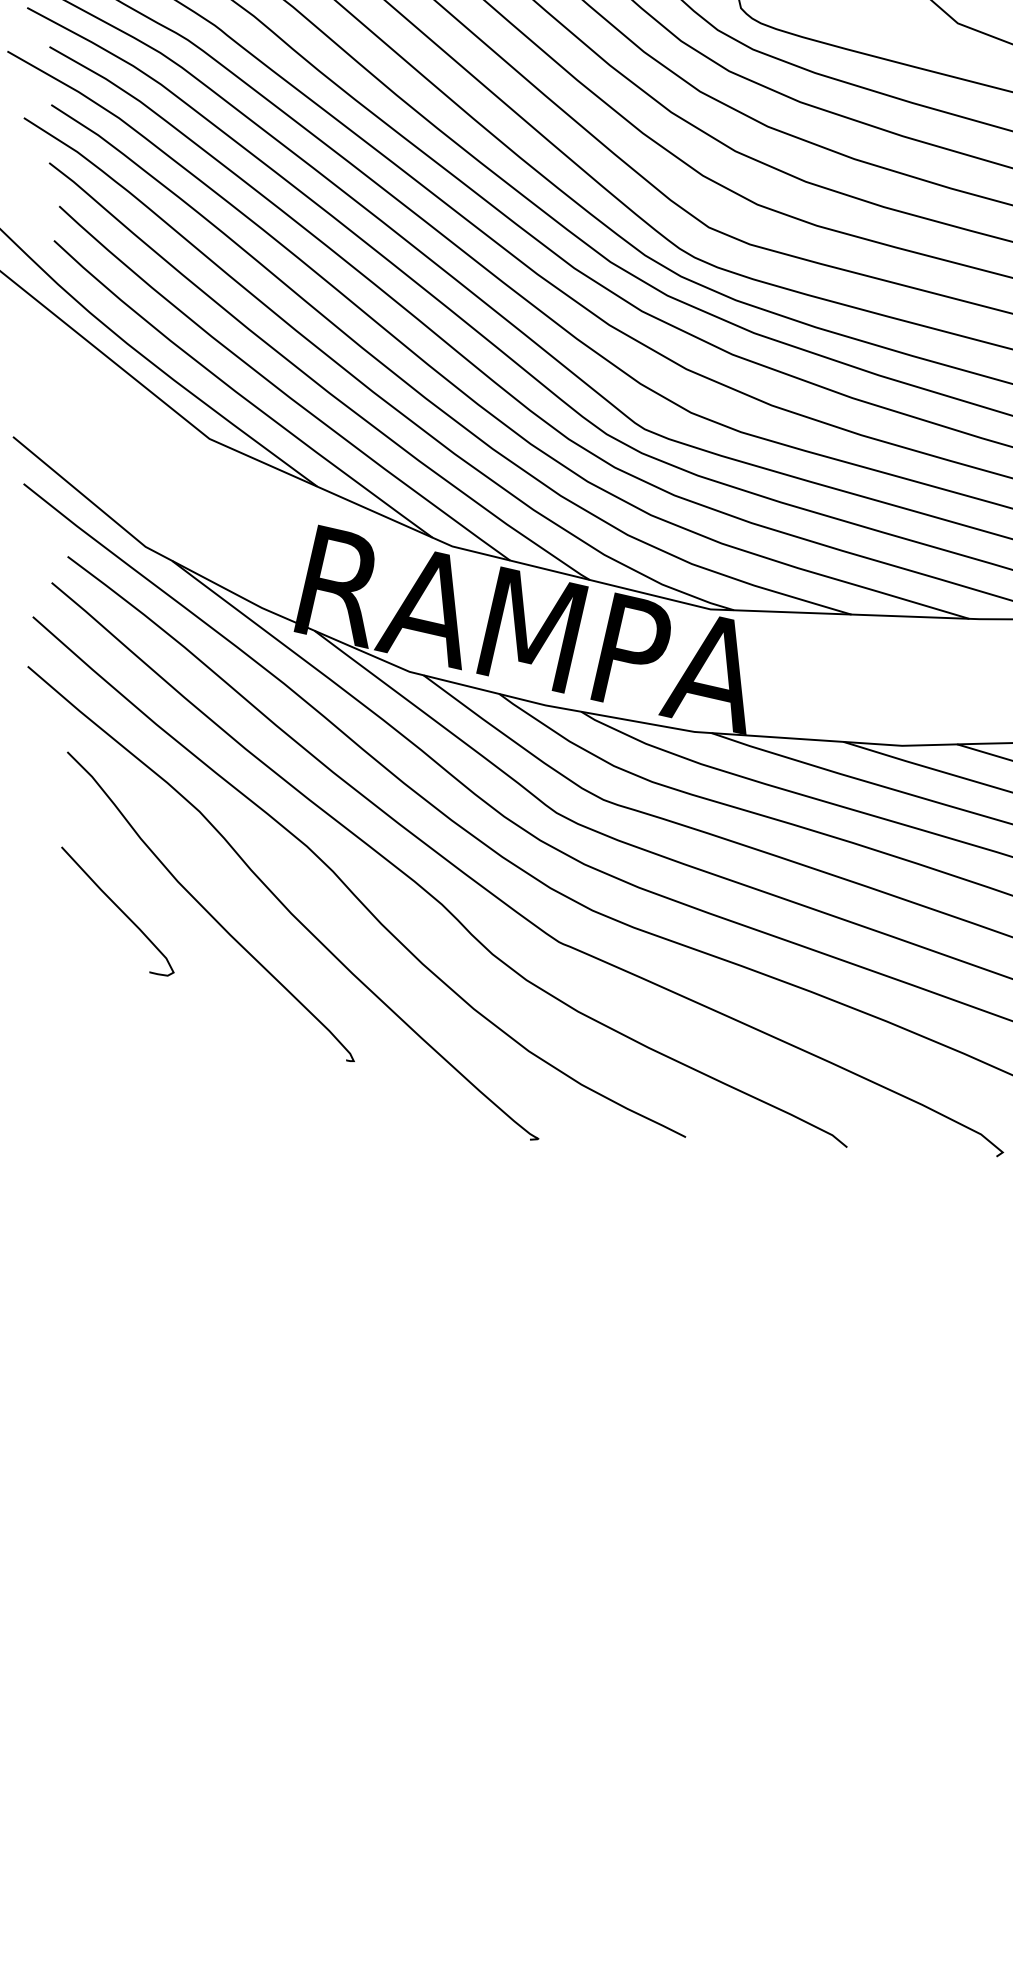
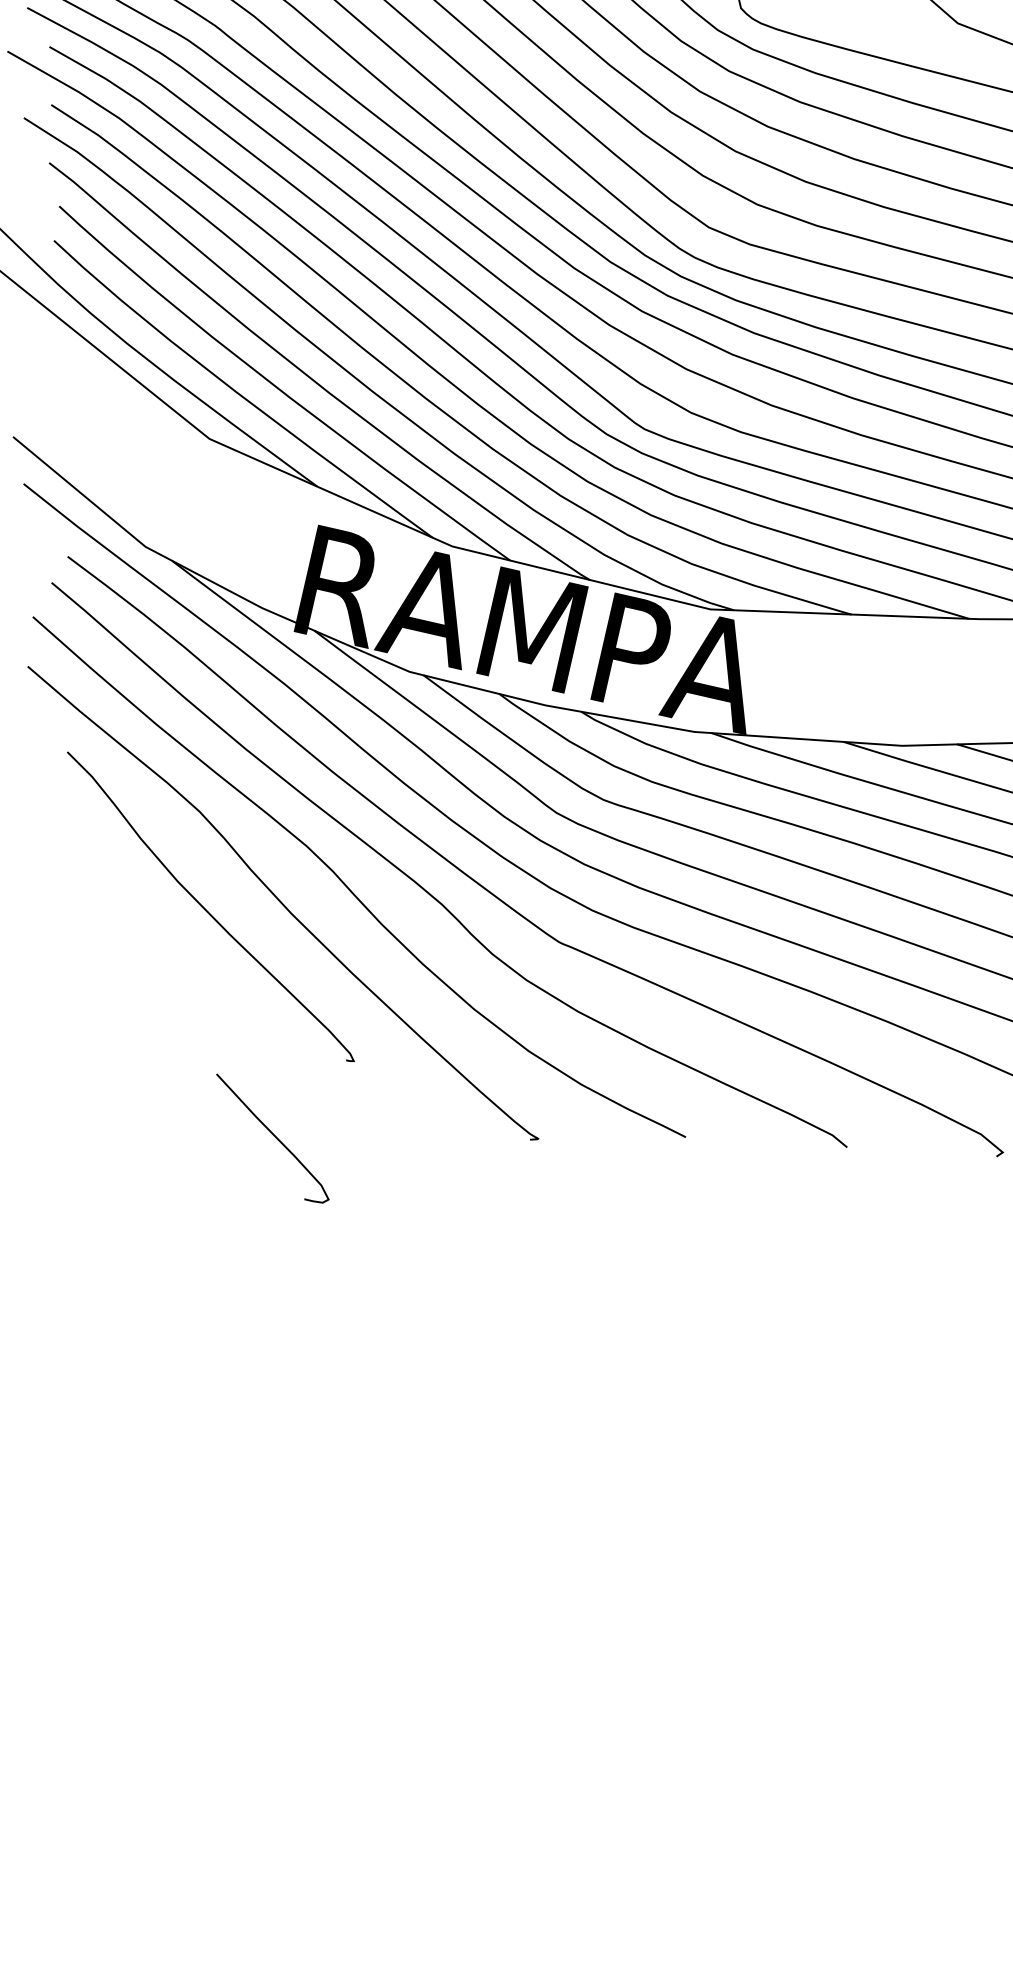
curve at (118, 909) position: (118, 909) -> (273, 1136)
